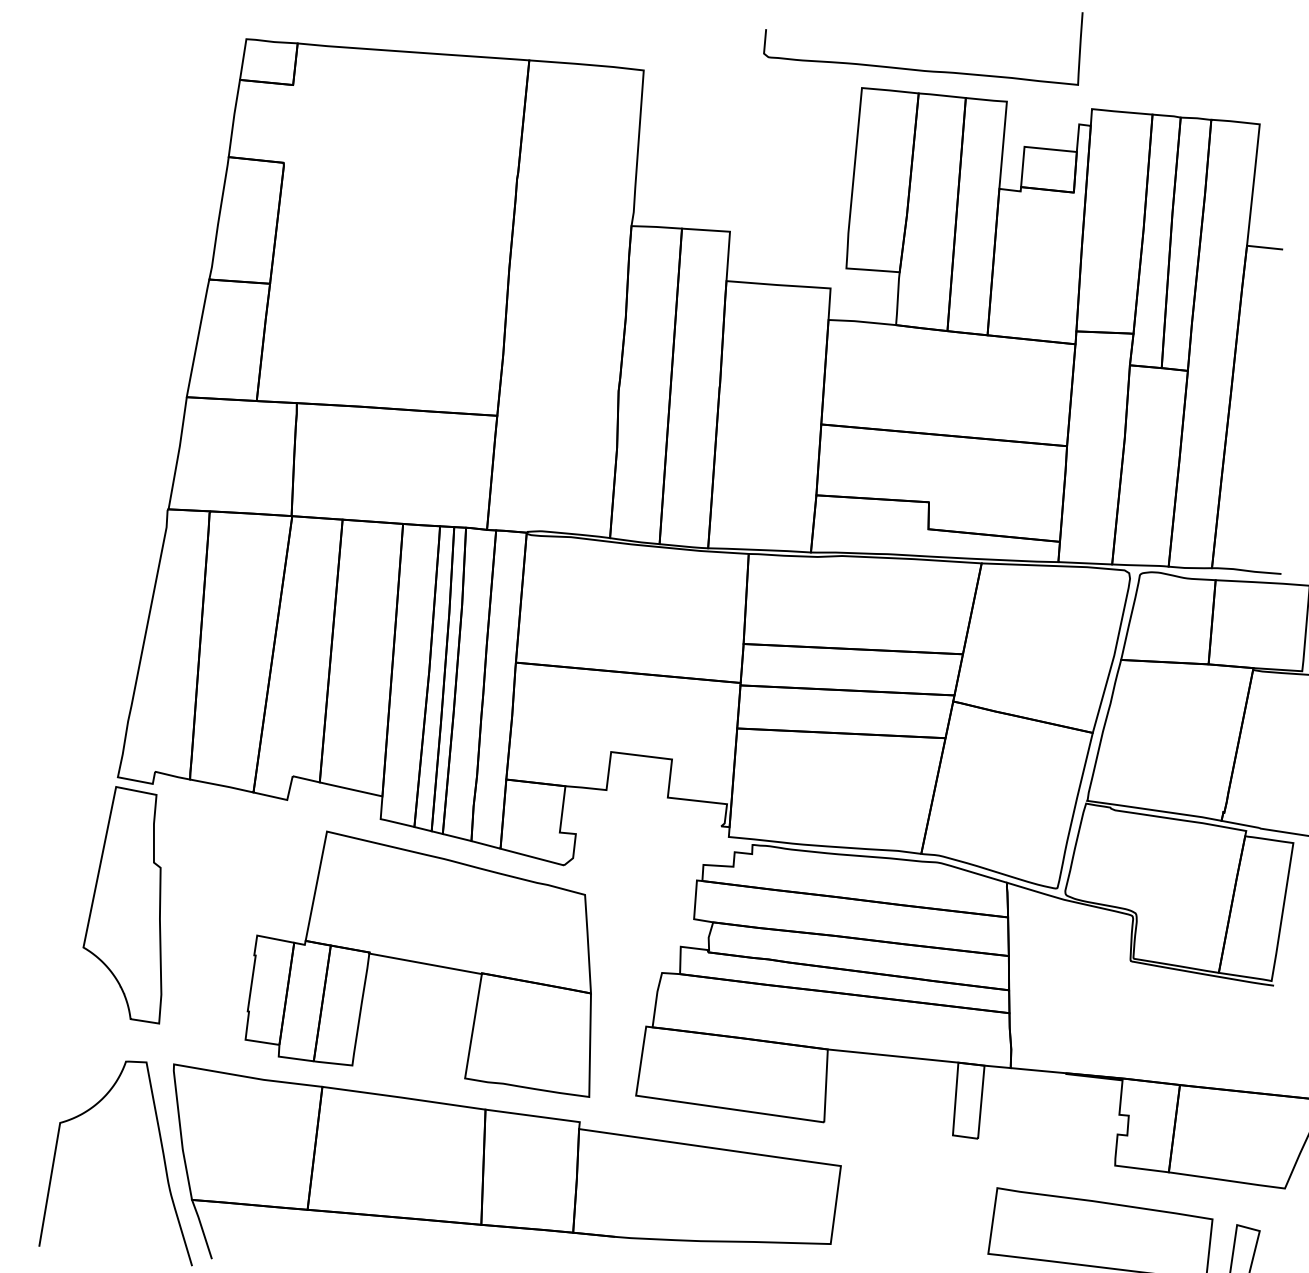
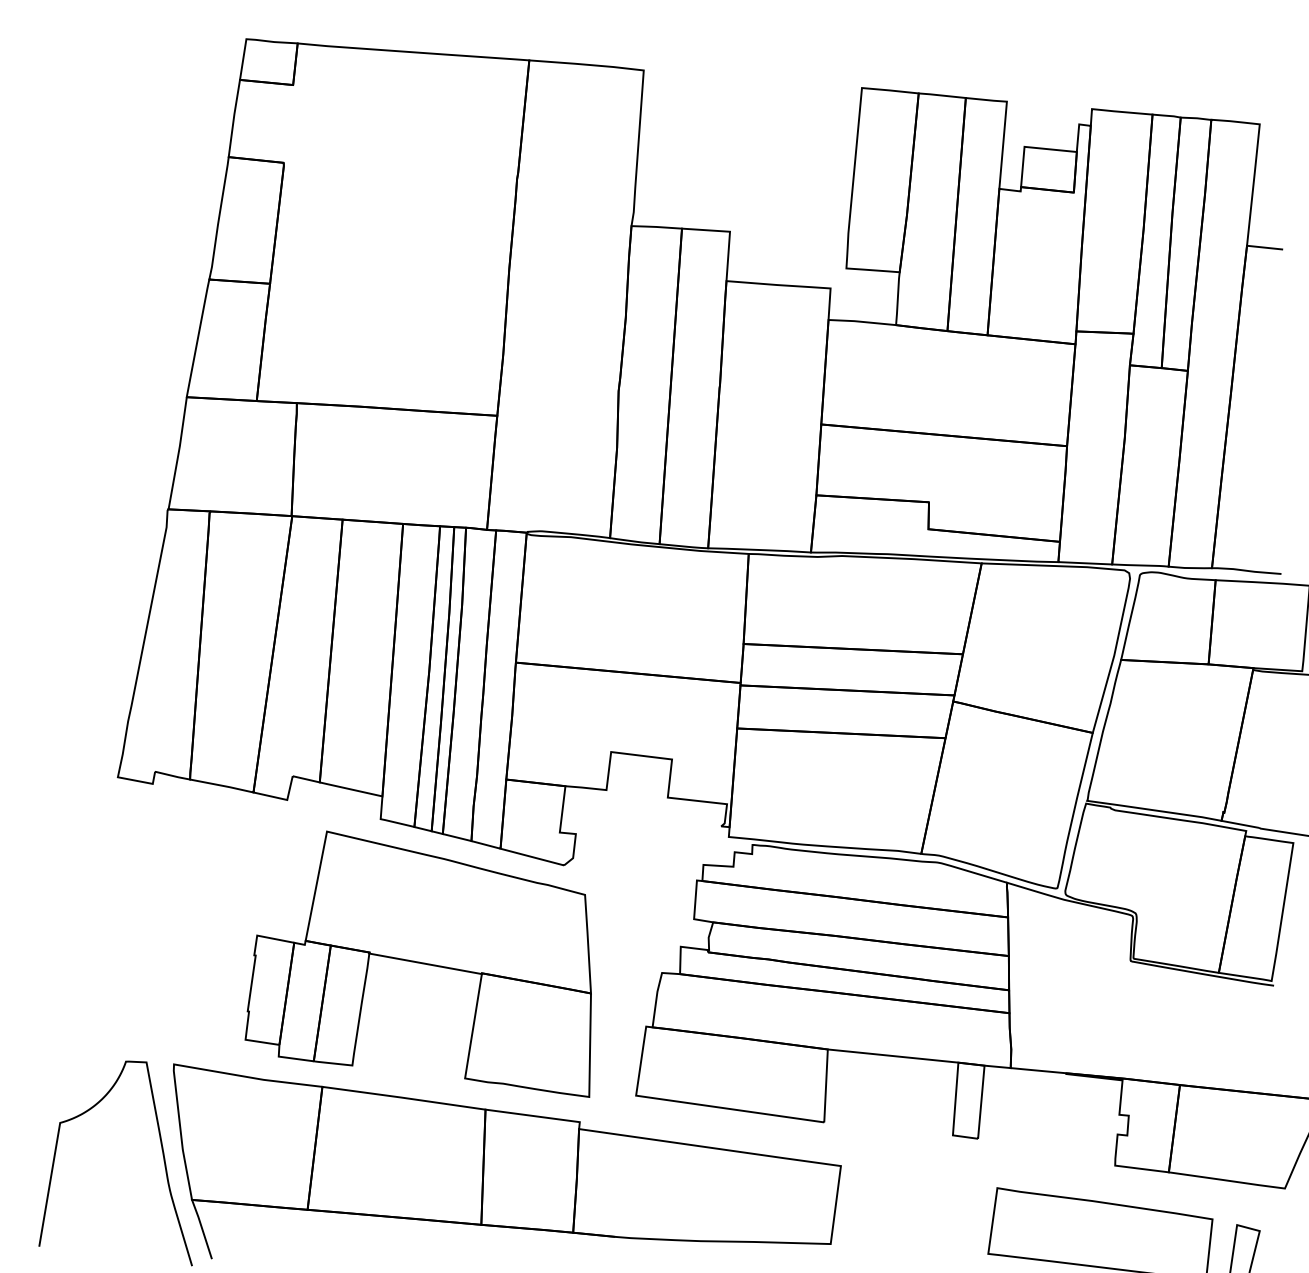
curve at (922, 69): present -> none
part at (122, 905): present -> none
